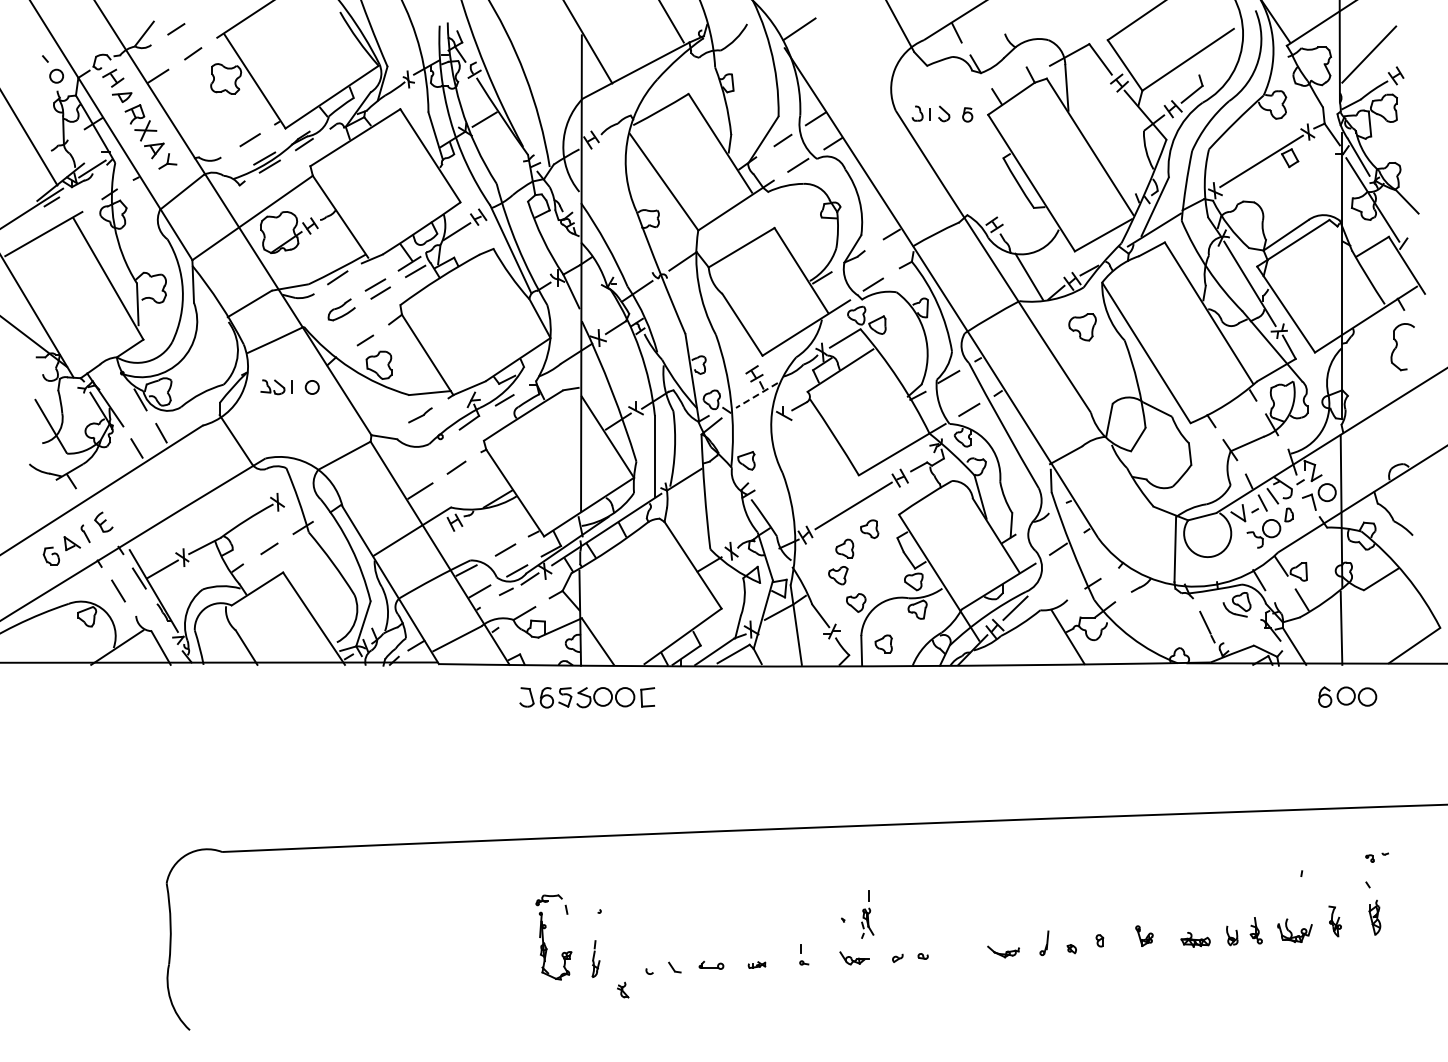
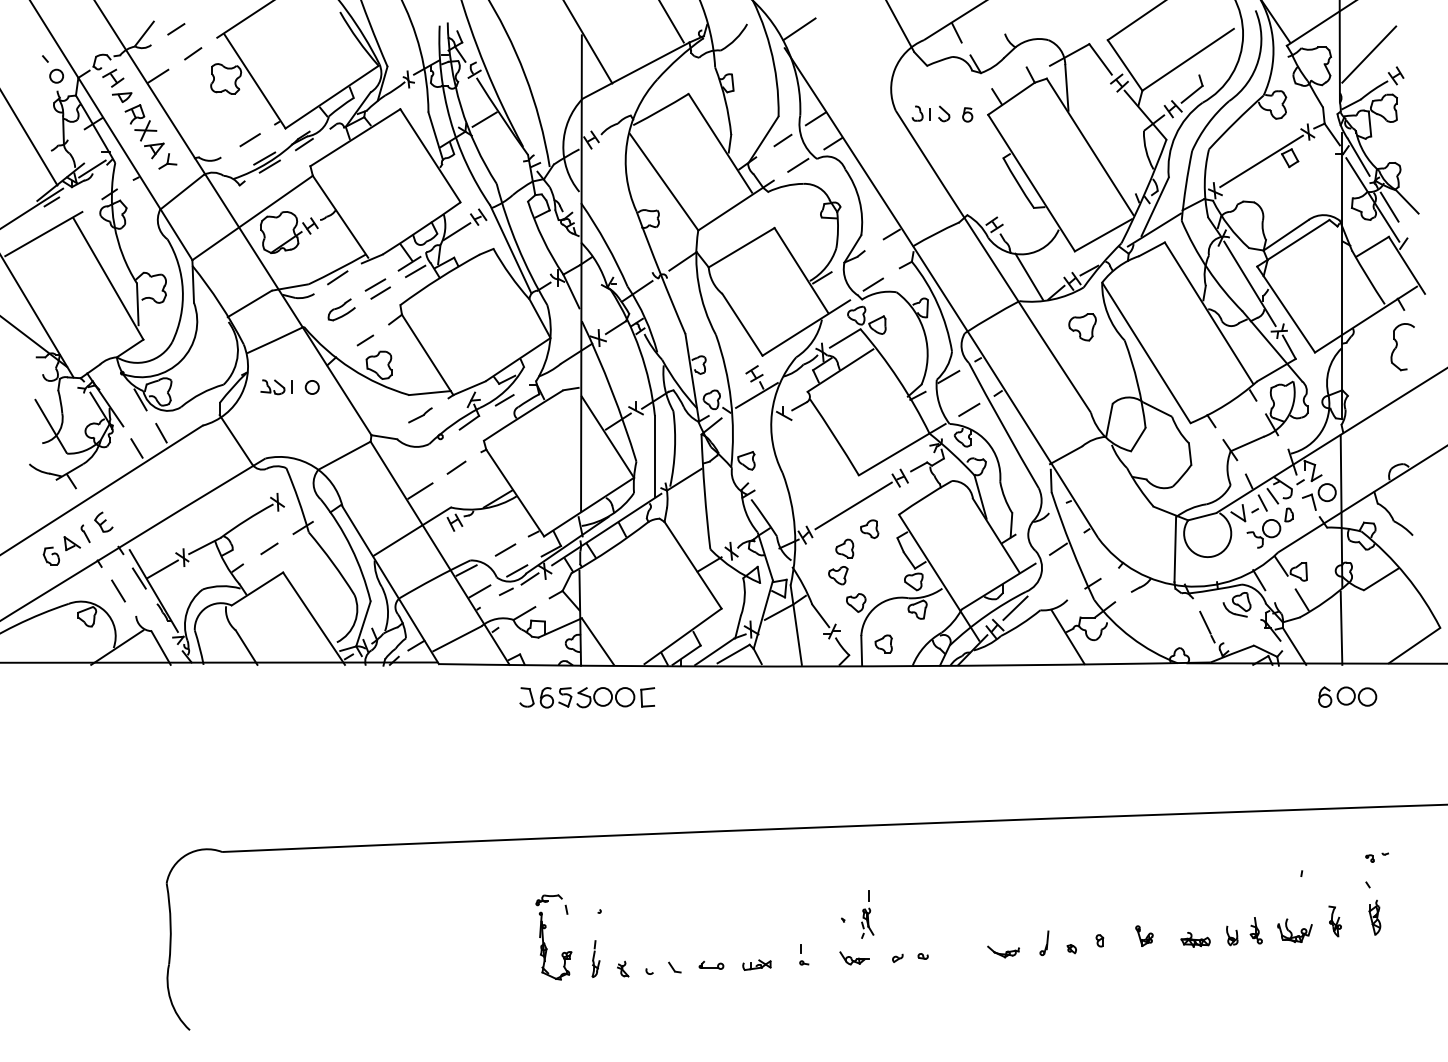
line at (1389, 206): none -> present
line at (756, 395): dashed -> solid
part at (756, 964) size: 20x8 px -> 30x12 px
part at (623, 989) position: (623, 989) -> (623, 968)
